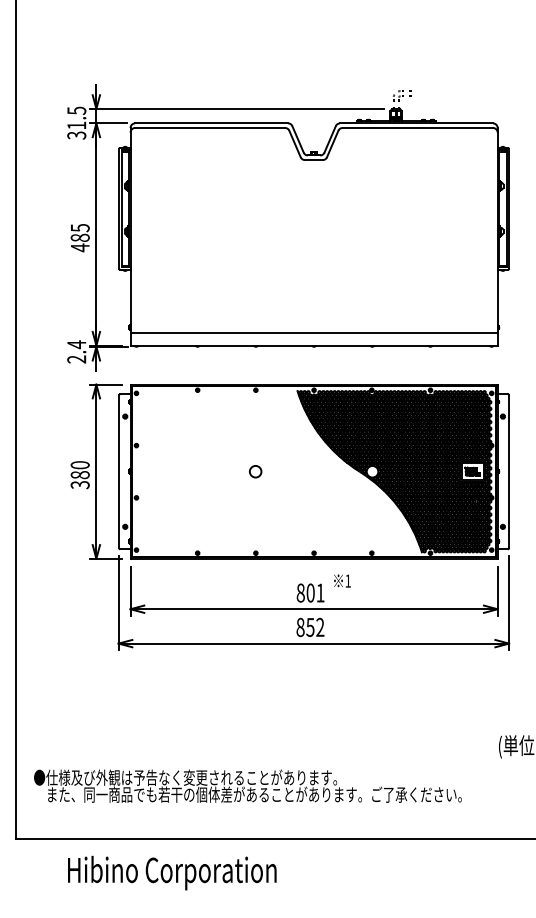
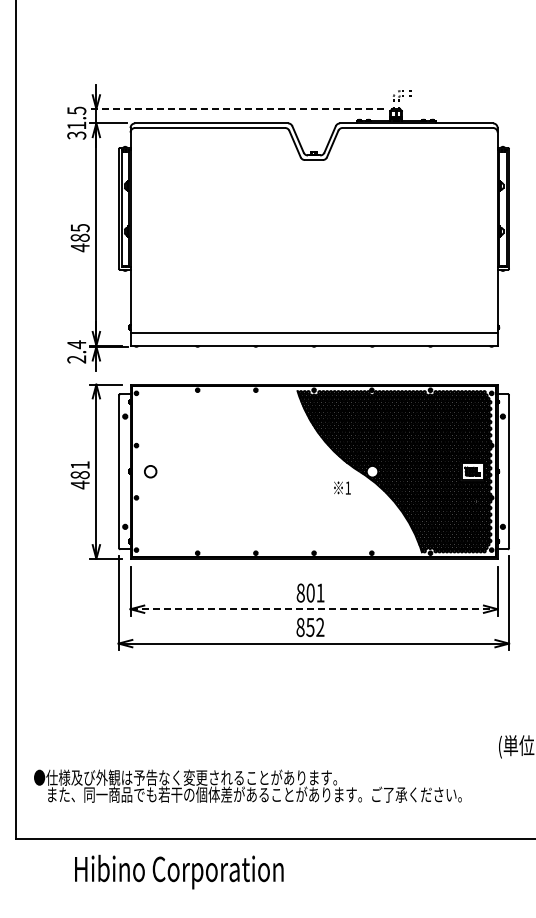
line at (236, 108): solid -> dashed
circle at (255, 471) position: (255, 471) -> (150, 471)
text at (79, 475): 380 -> 481
text at (342, 580) position: (342, 580) -> (342, 487)
line at (314, 609): solid -> dashed
text at (172, 872) position: (172, 872) -> (179, 871)
